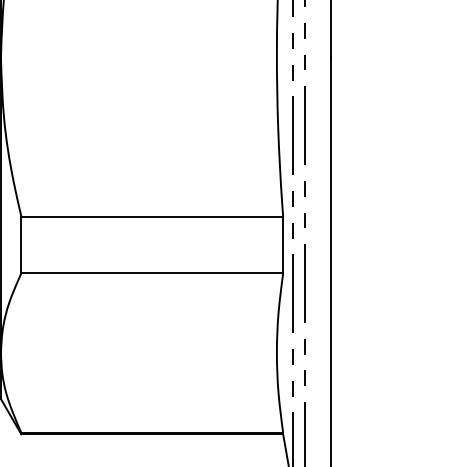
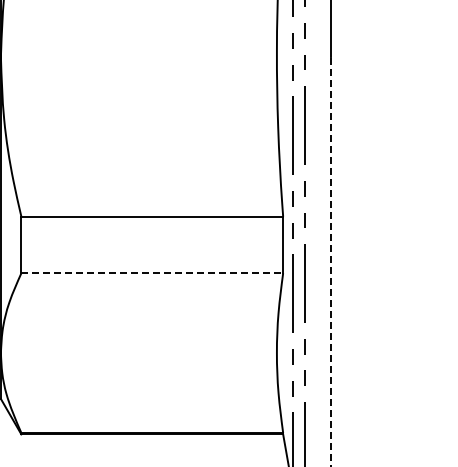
line at (330, 261): solid -> dashed
line at (152, 273): solid -> dashed
